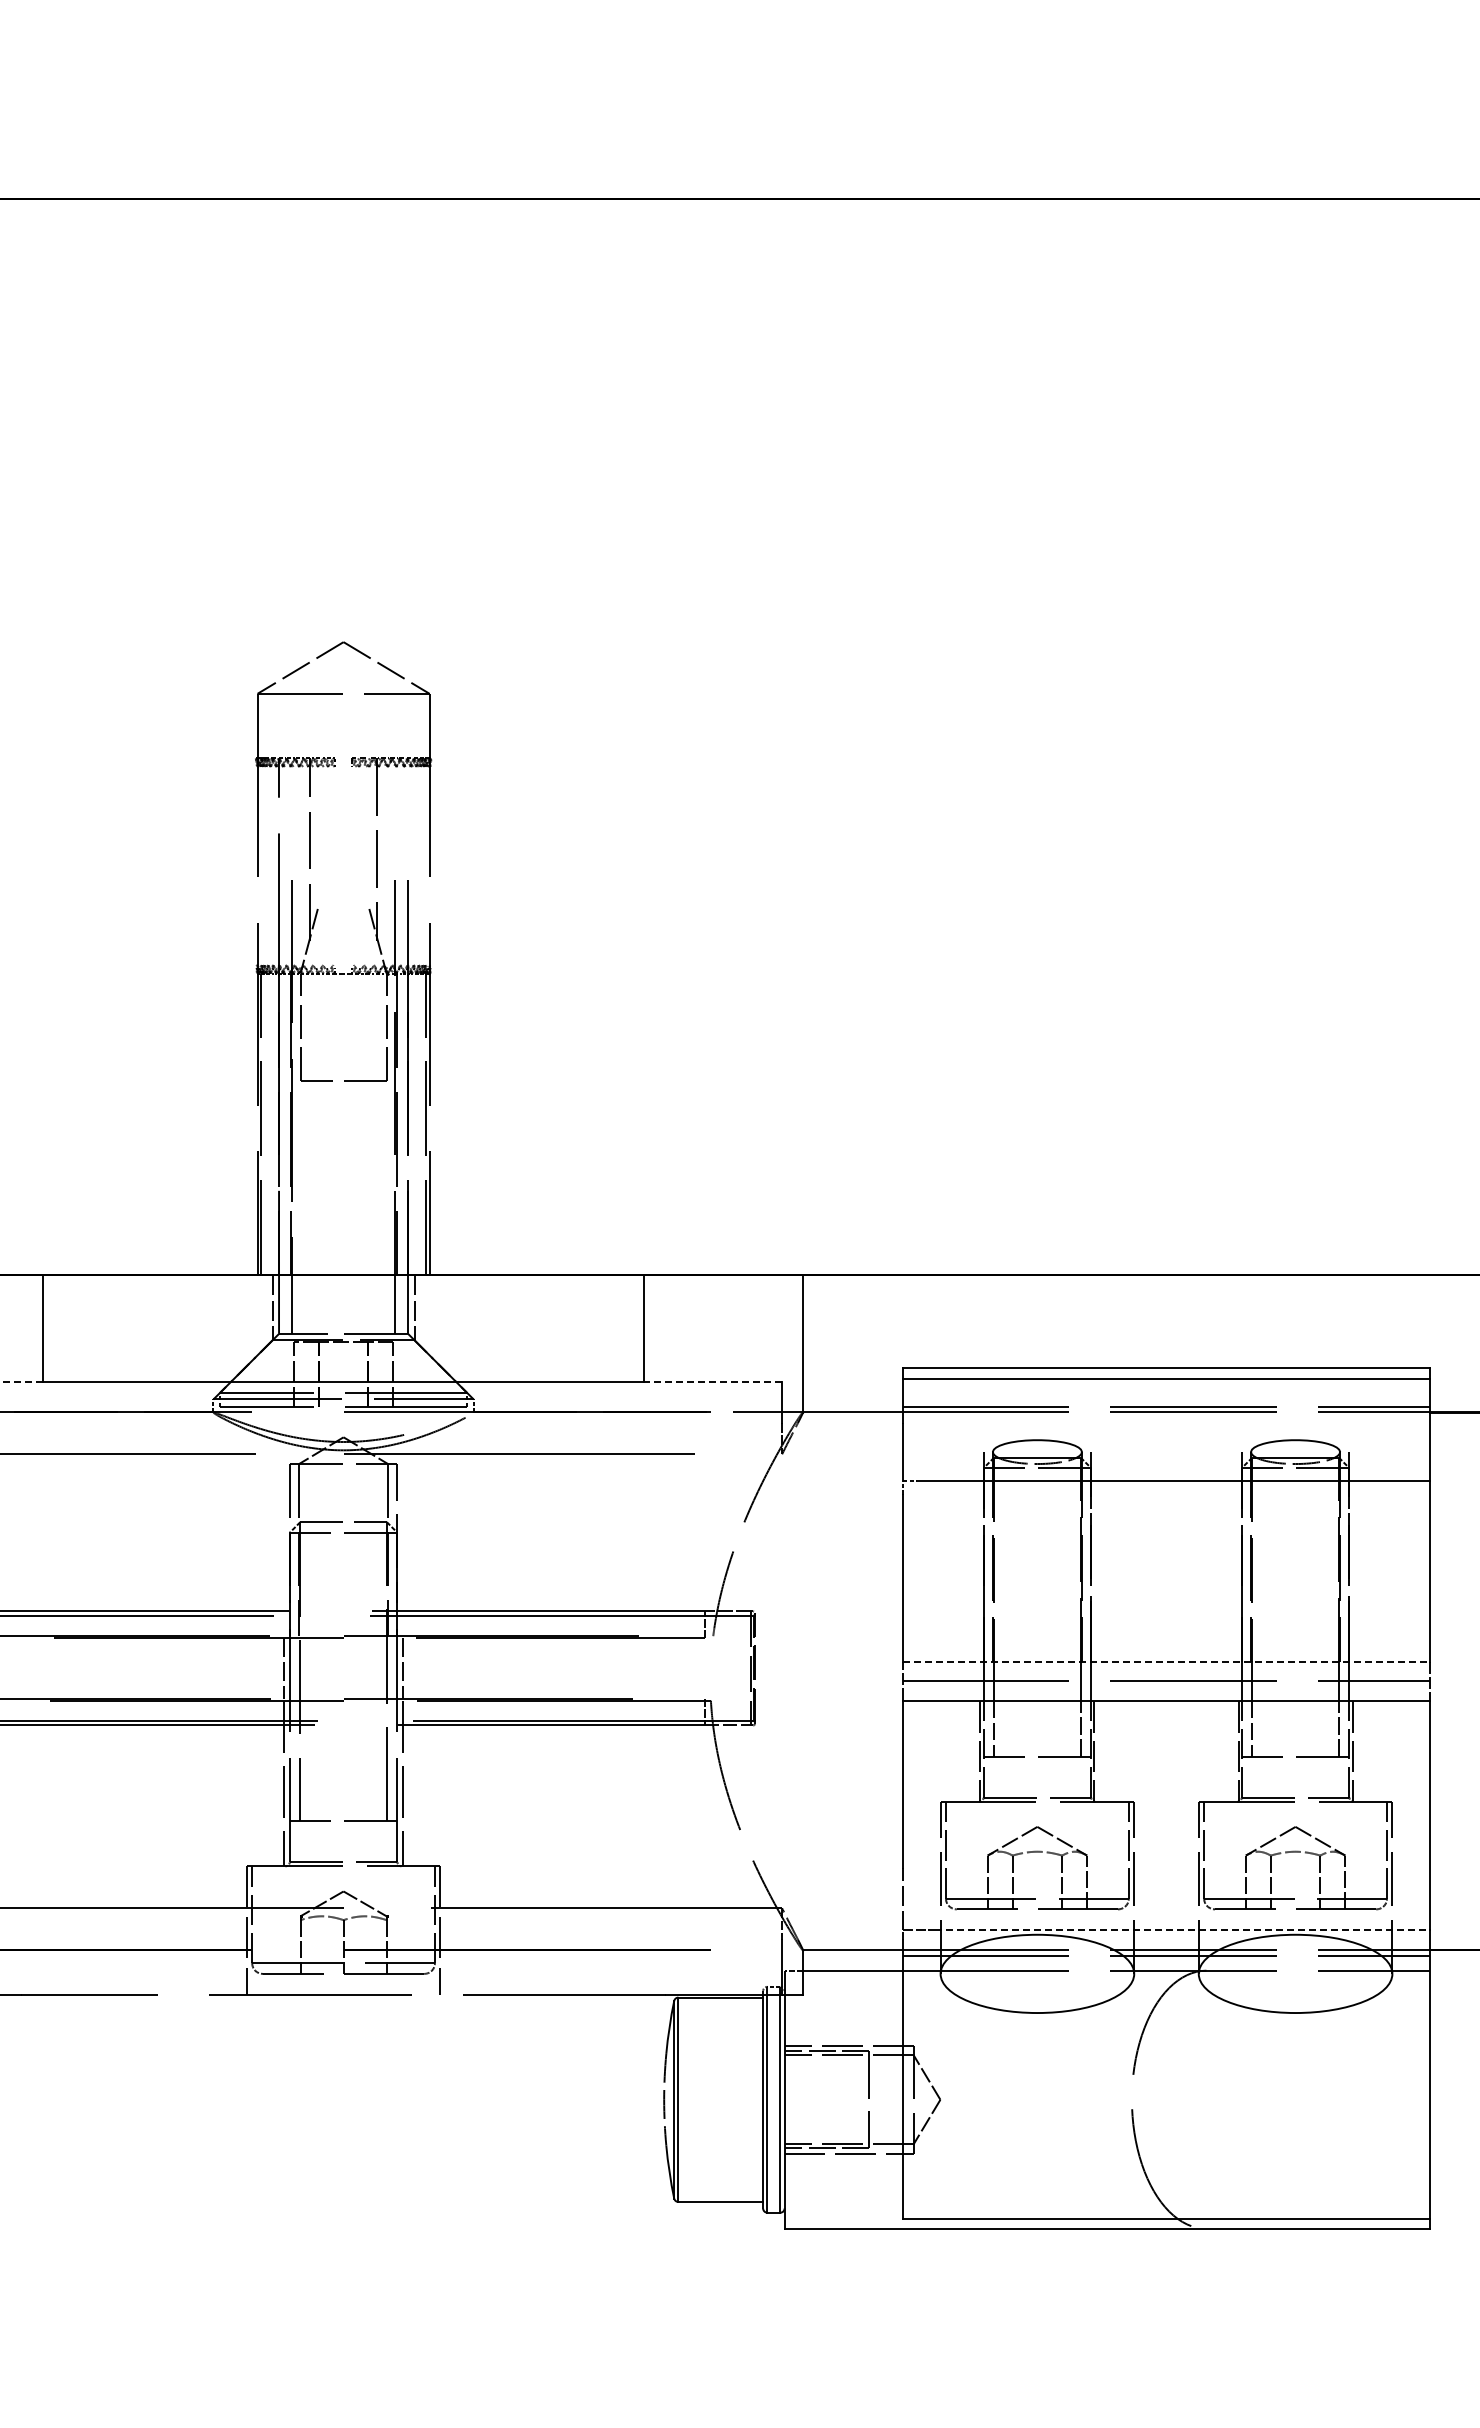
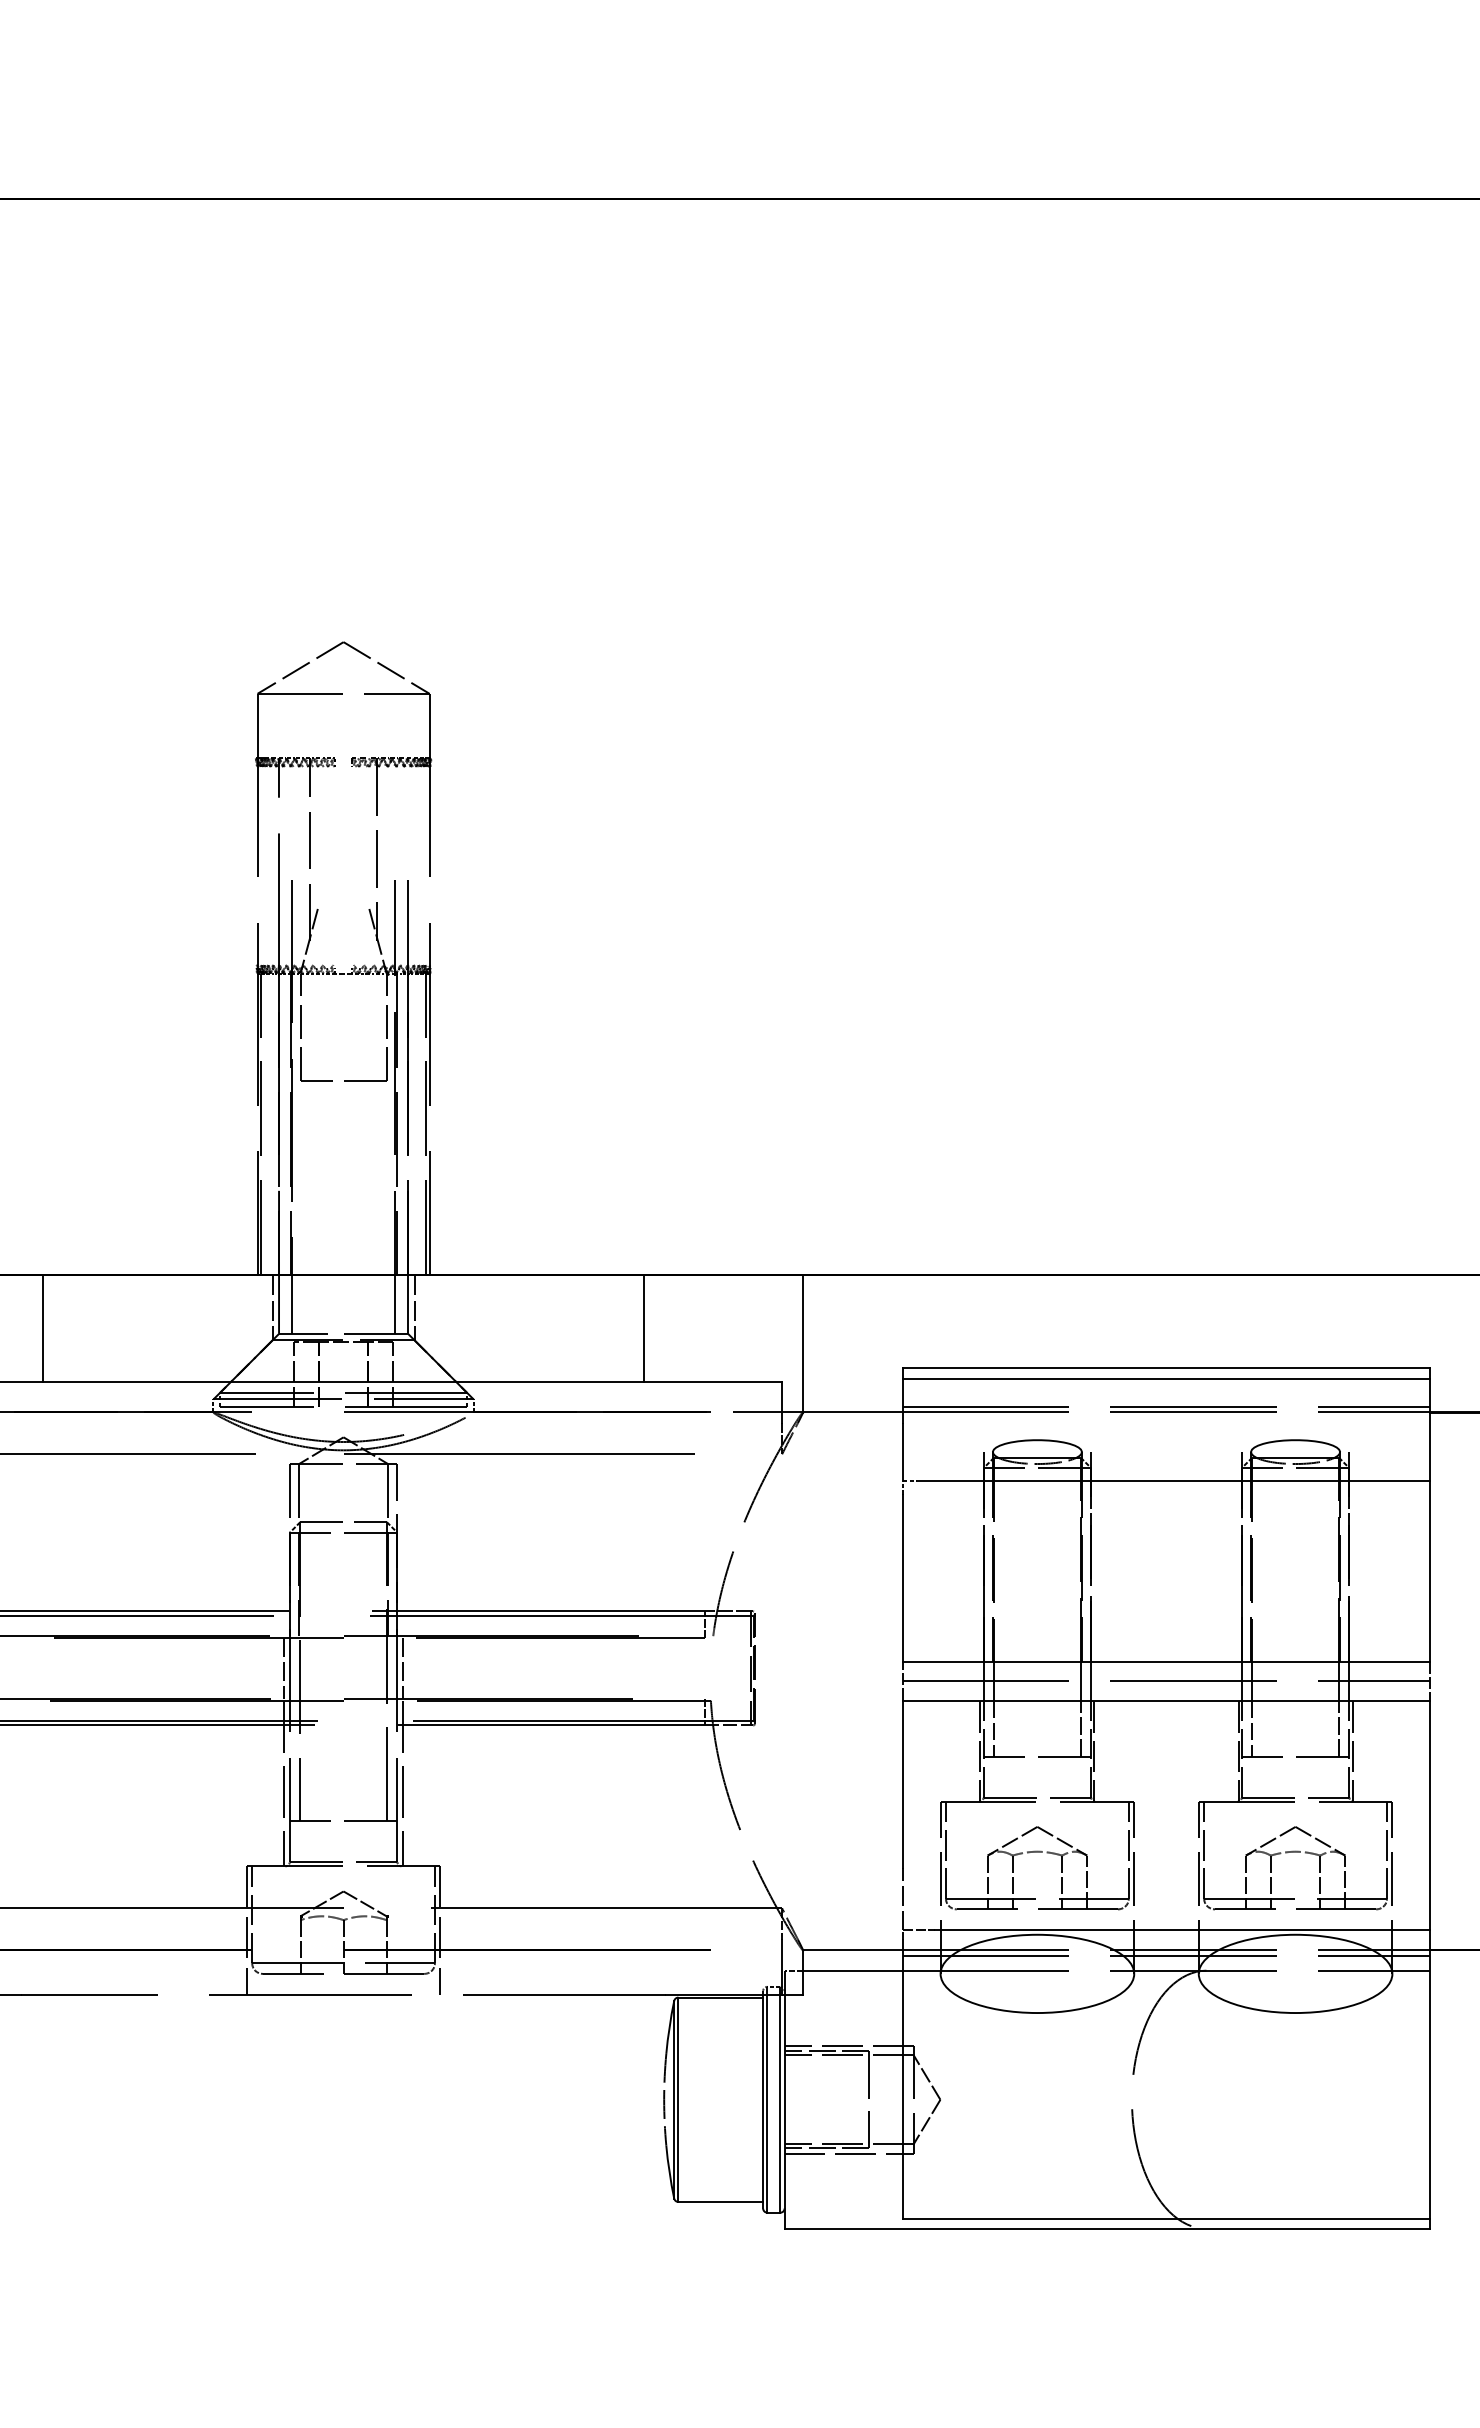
line at (21, 1382): dashed -> solid
line at (712, 1382): dashed -> solid
line at (1166, 1661): dashed -> solid
line at (1183, 1930): dashed -> solid
